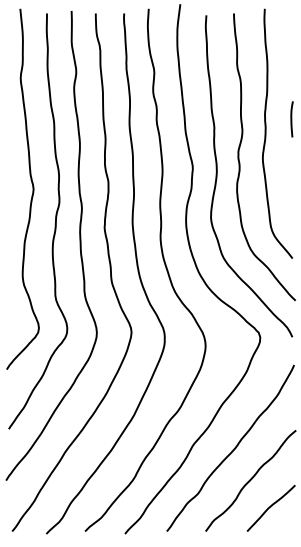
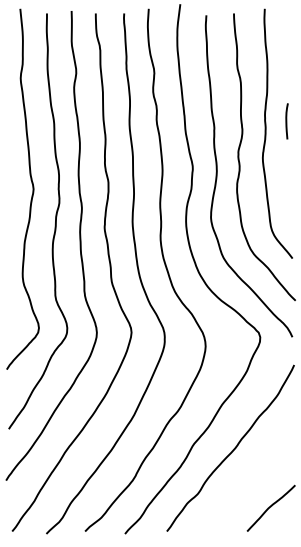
line at (291, 119) position: (291, 119) -> (286, 121)
curve at (250, 480): present -> none
